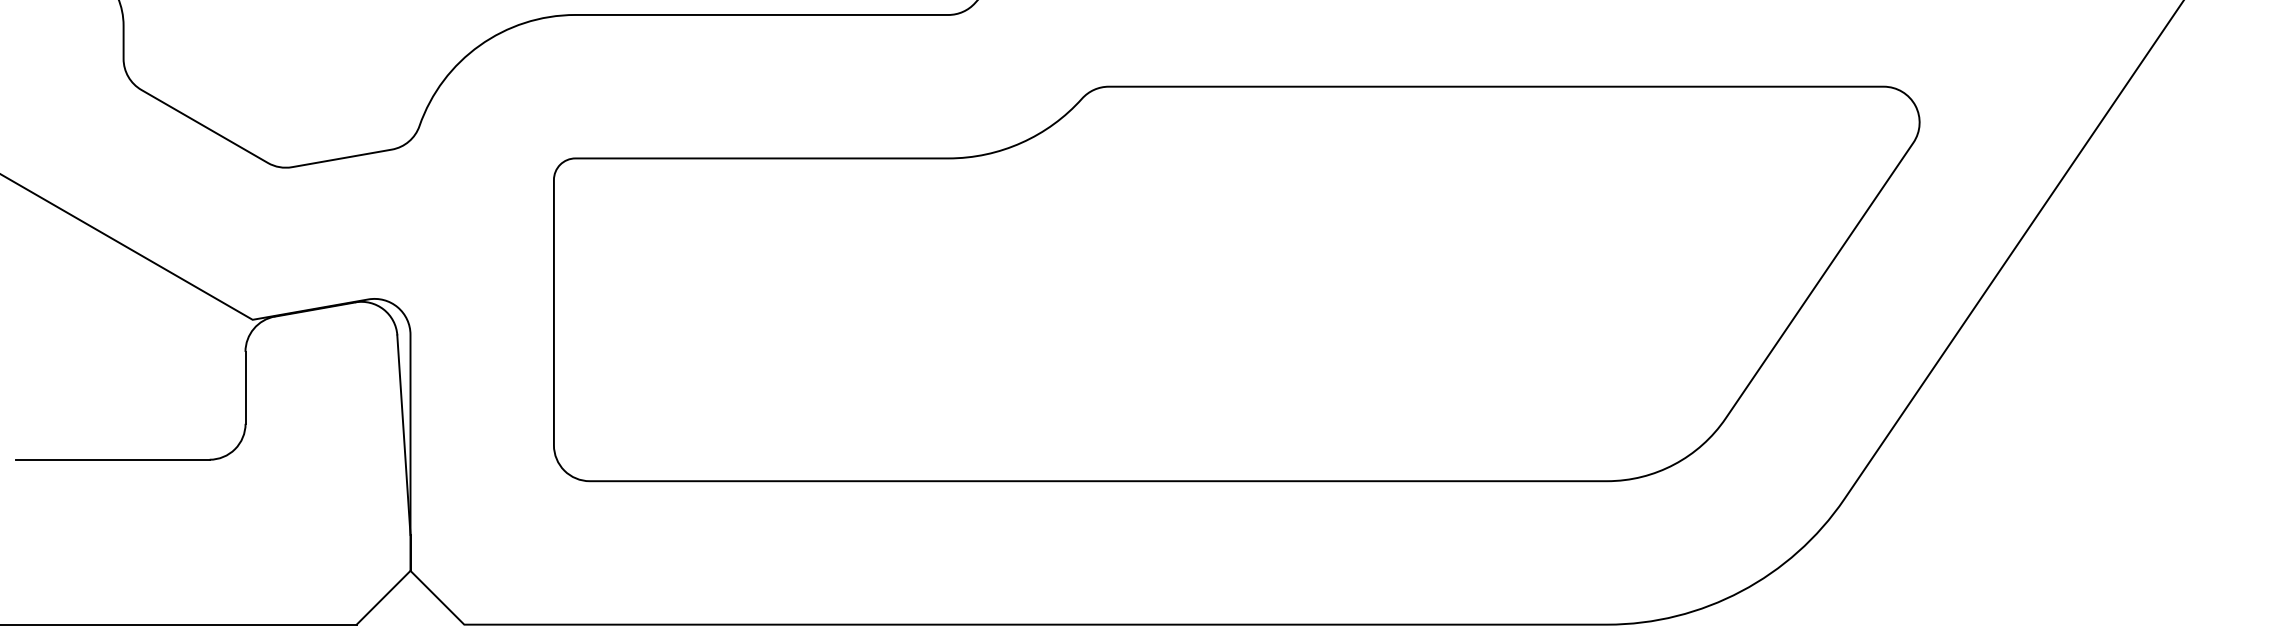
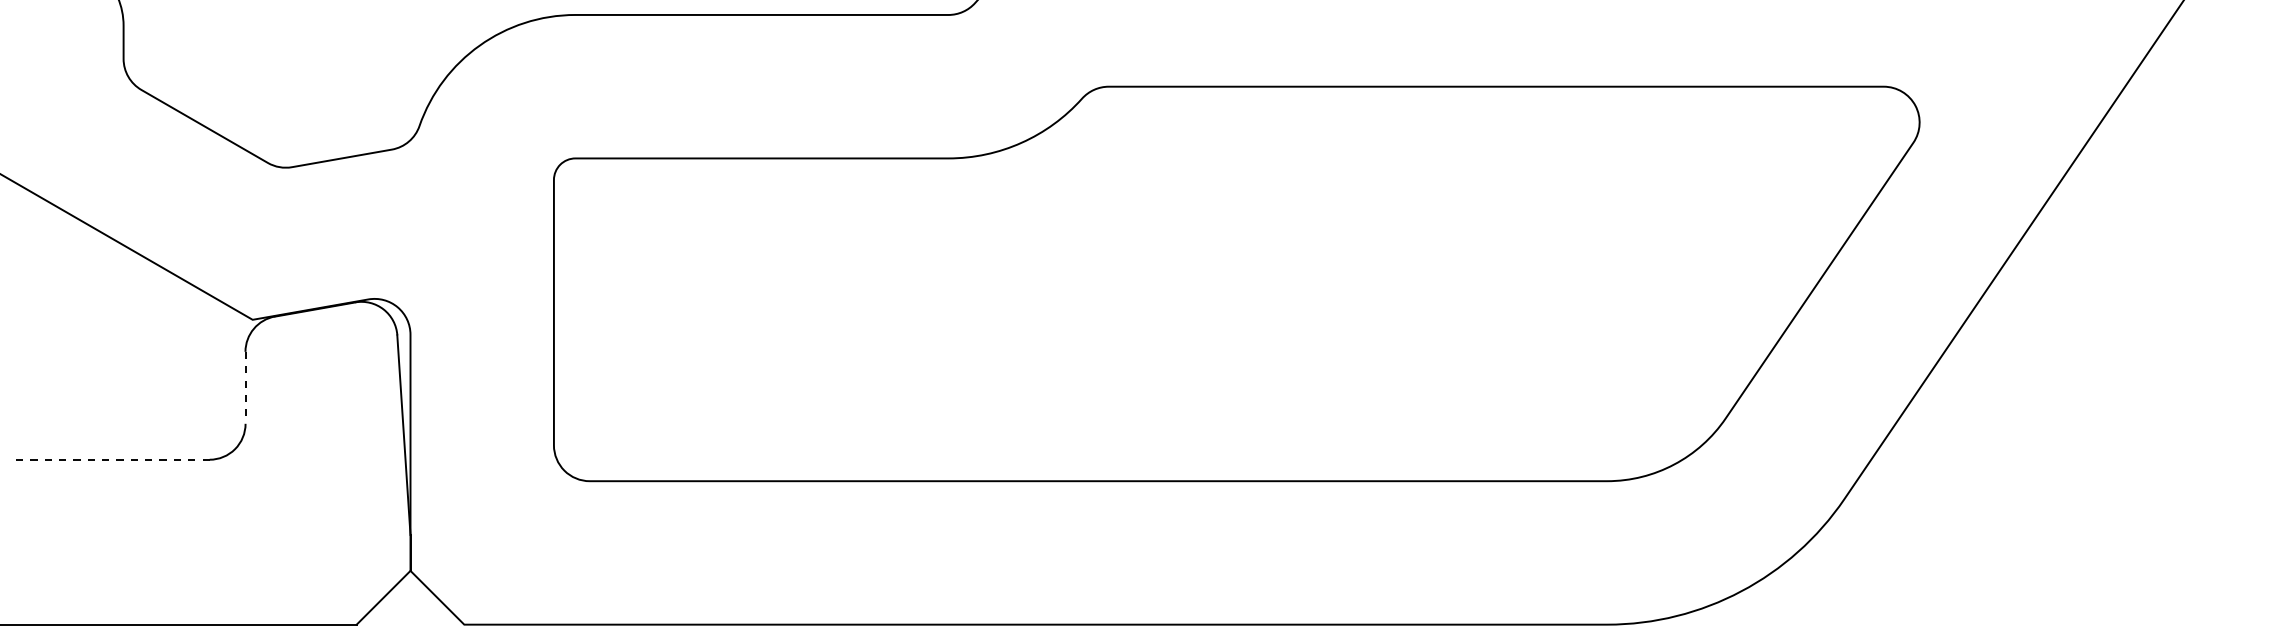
line at (245, 387): solid -> dashed
line at (112, 459): solid -> dashed
